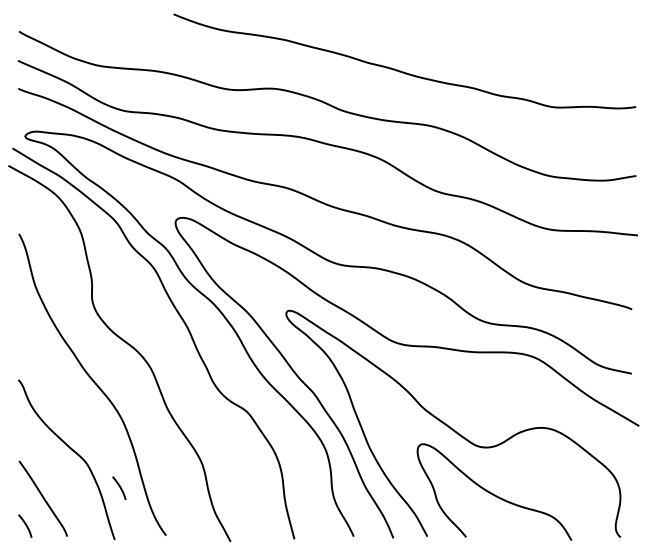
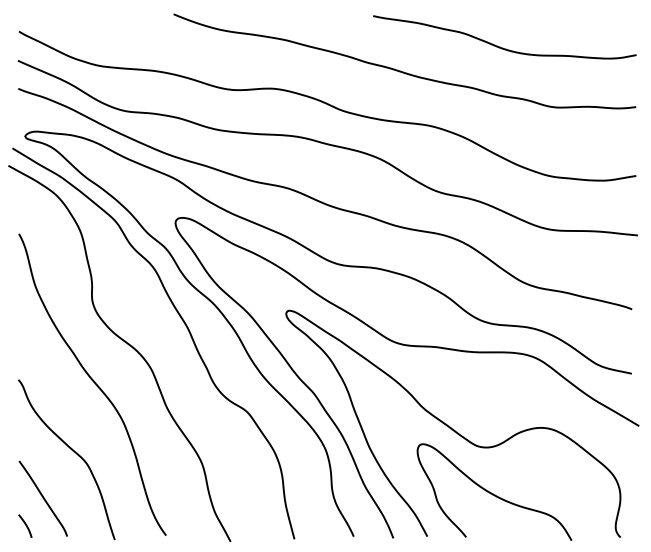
curve at (500, 46): none -> present
curve at (119, 487): present -> none
